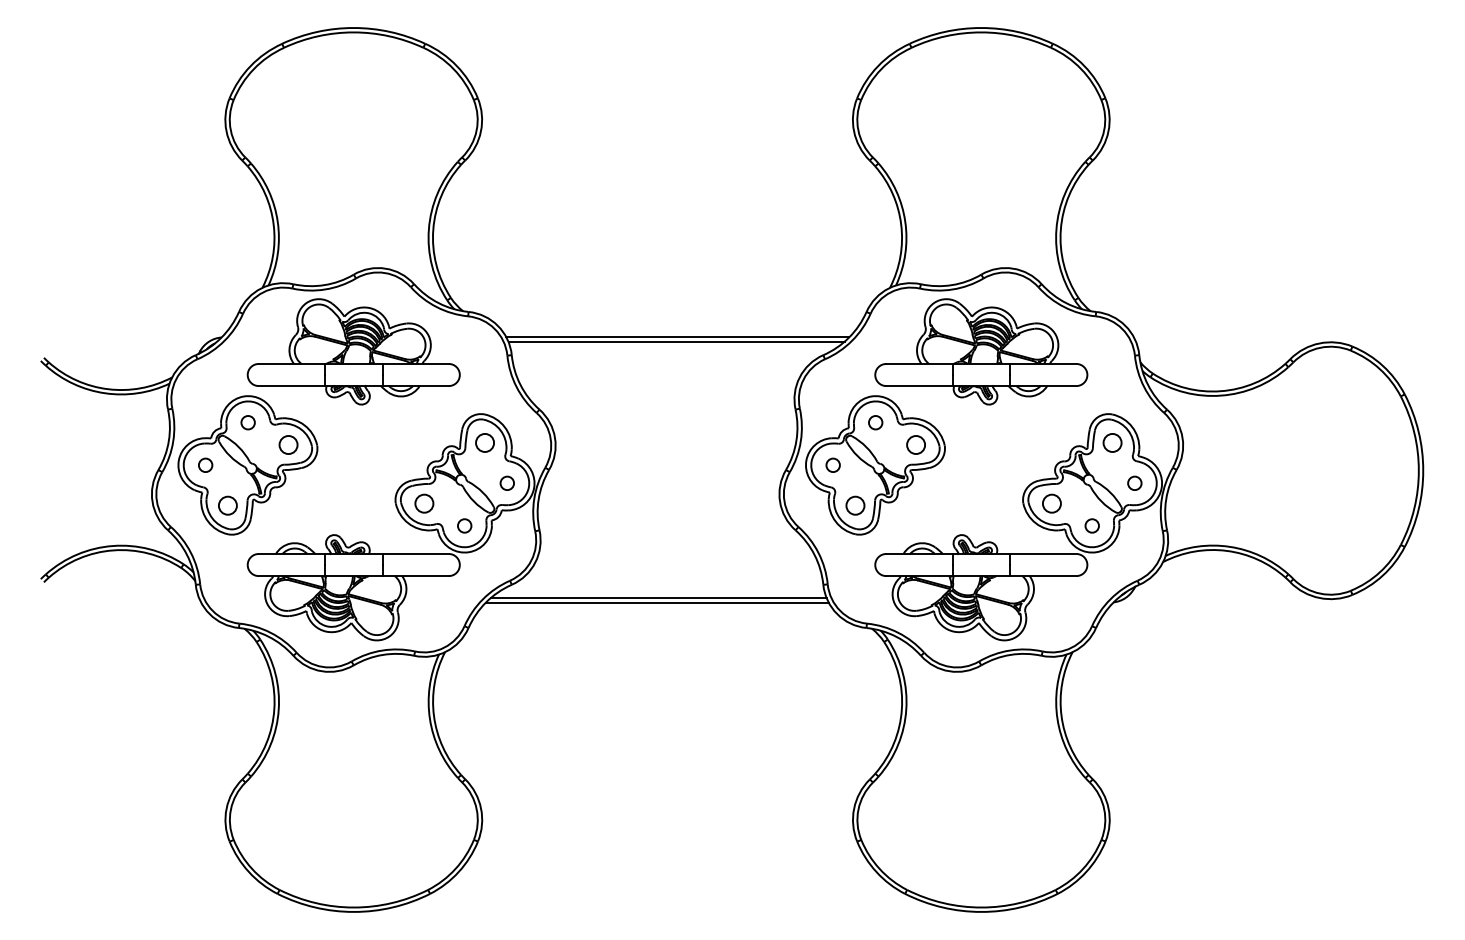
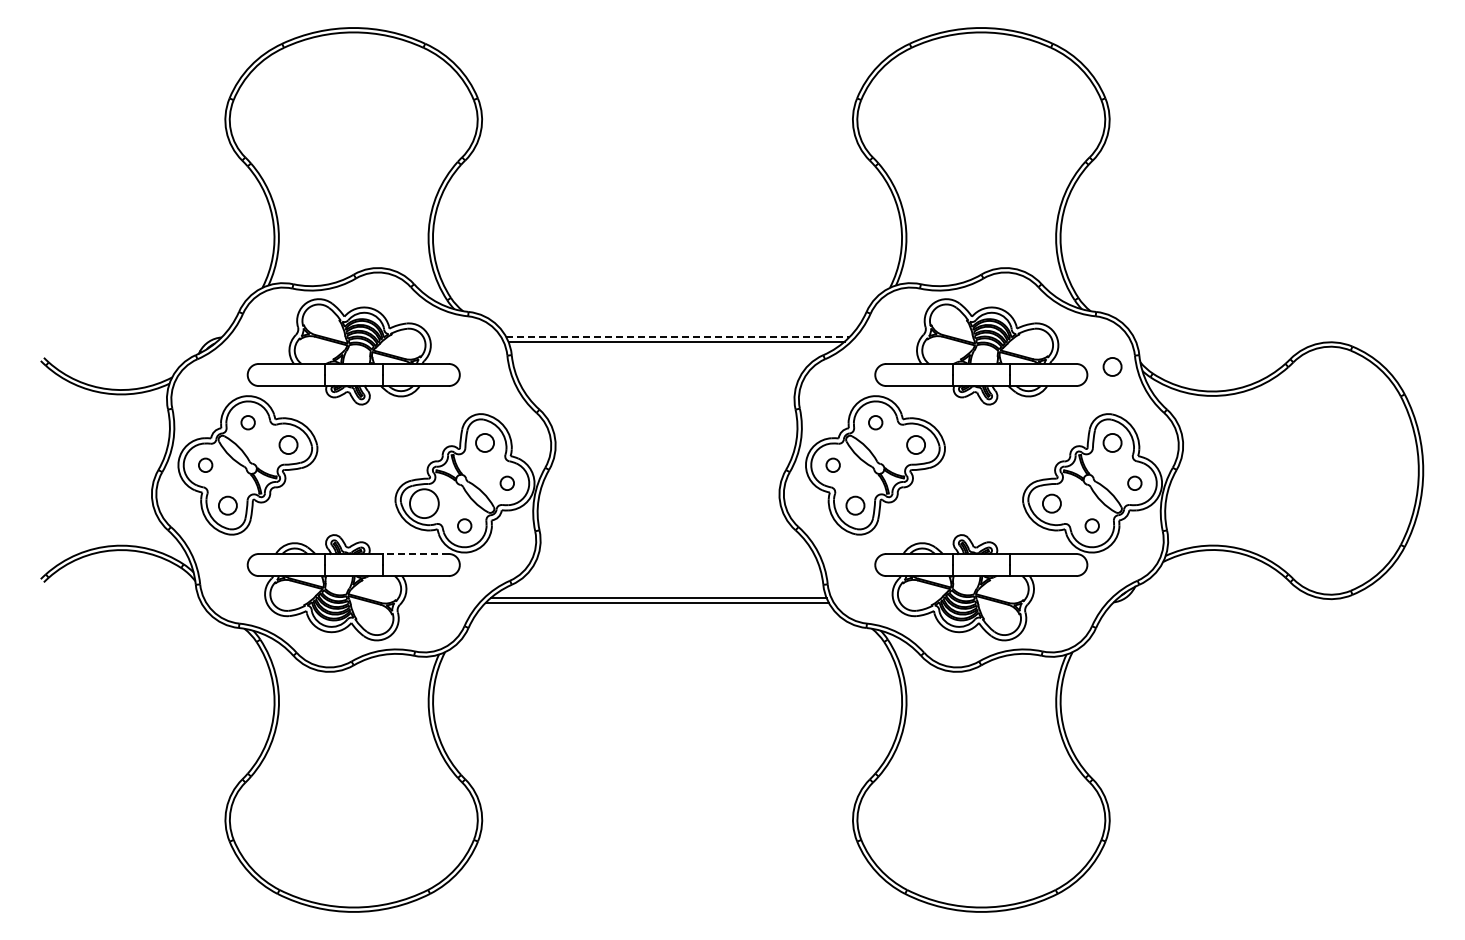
line at (678, 337): solid -> dashed
circle at (1112, 366): none -> present
circle at (424, 503) diameter: 18 px -> 29 px
line at (415, 553): solid -> dashed
